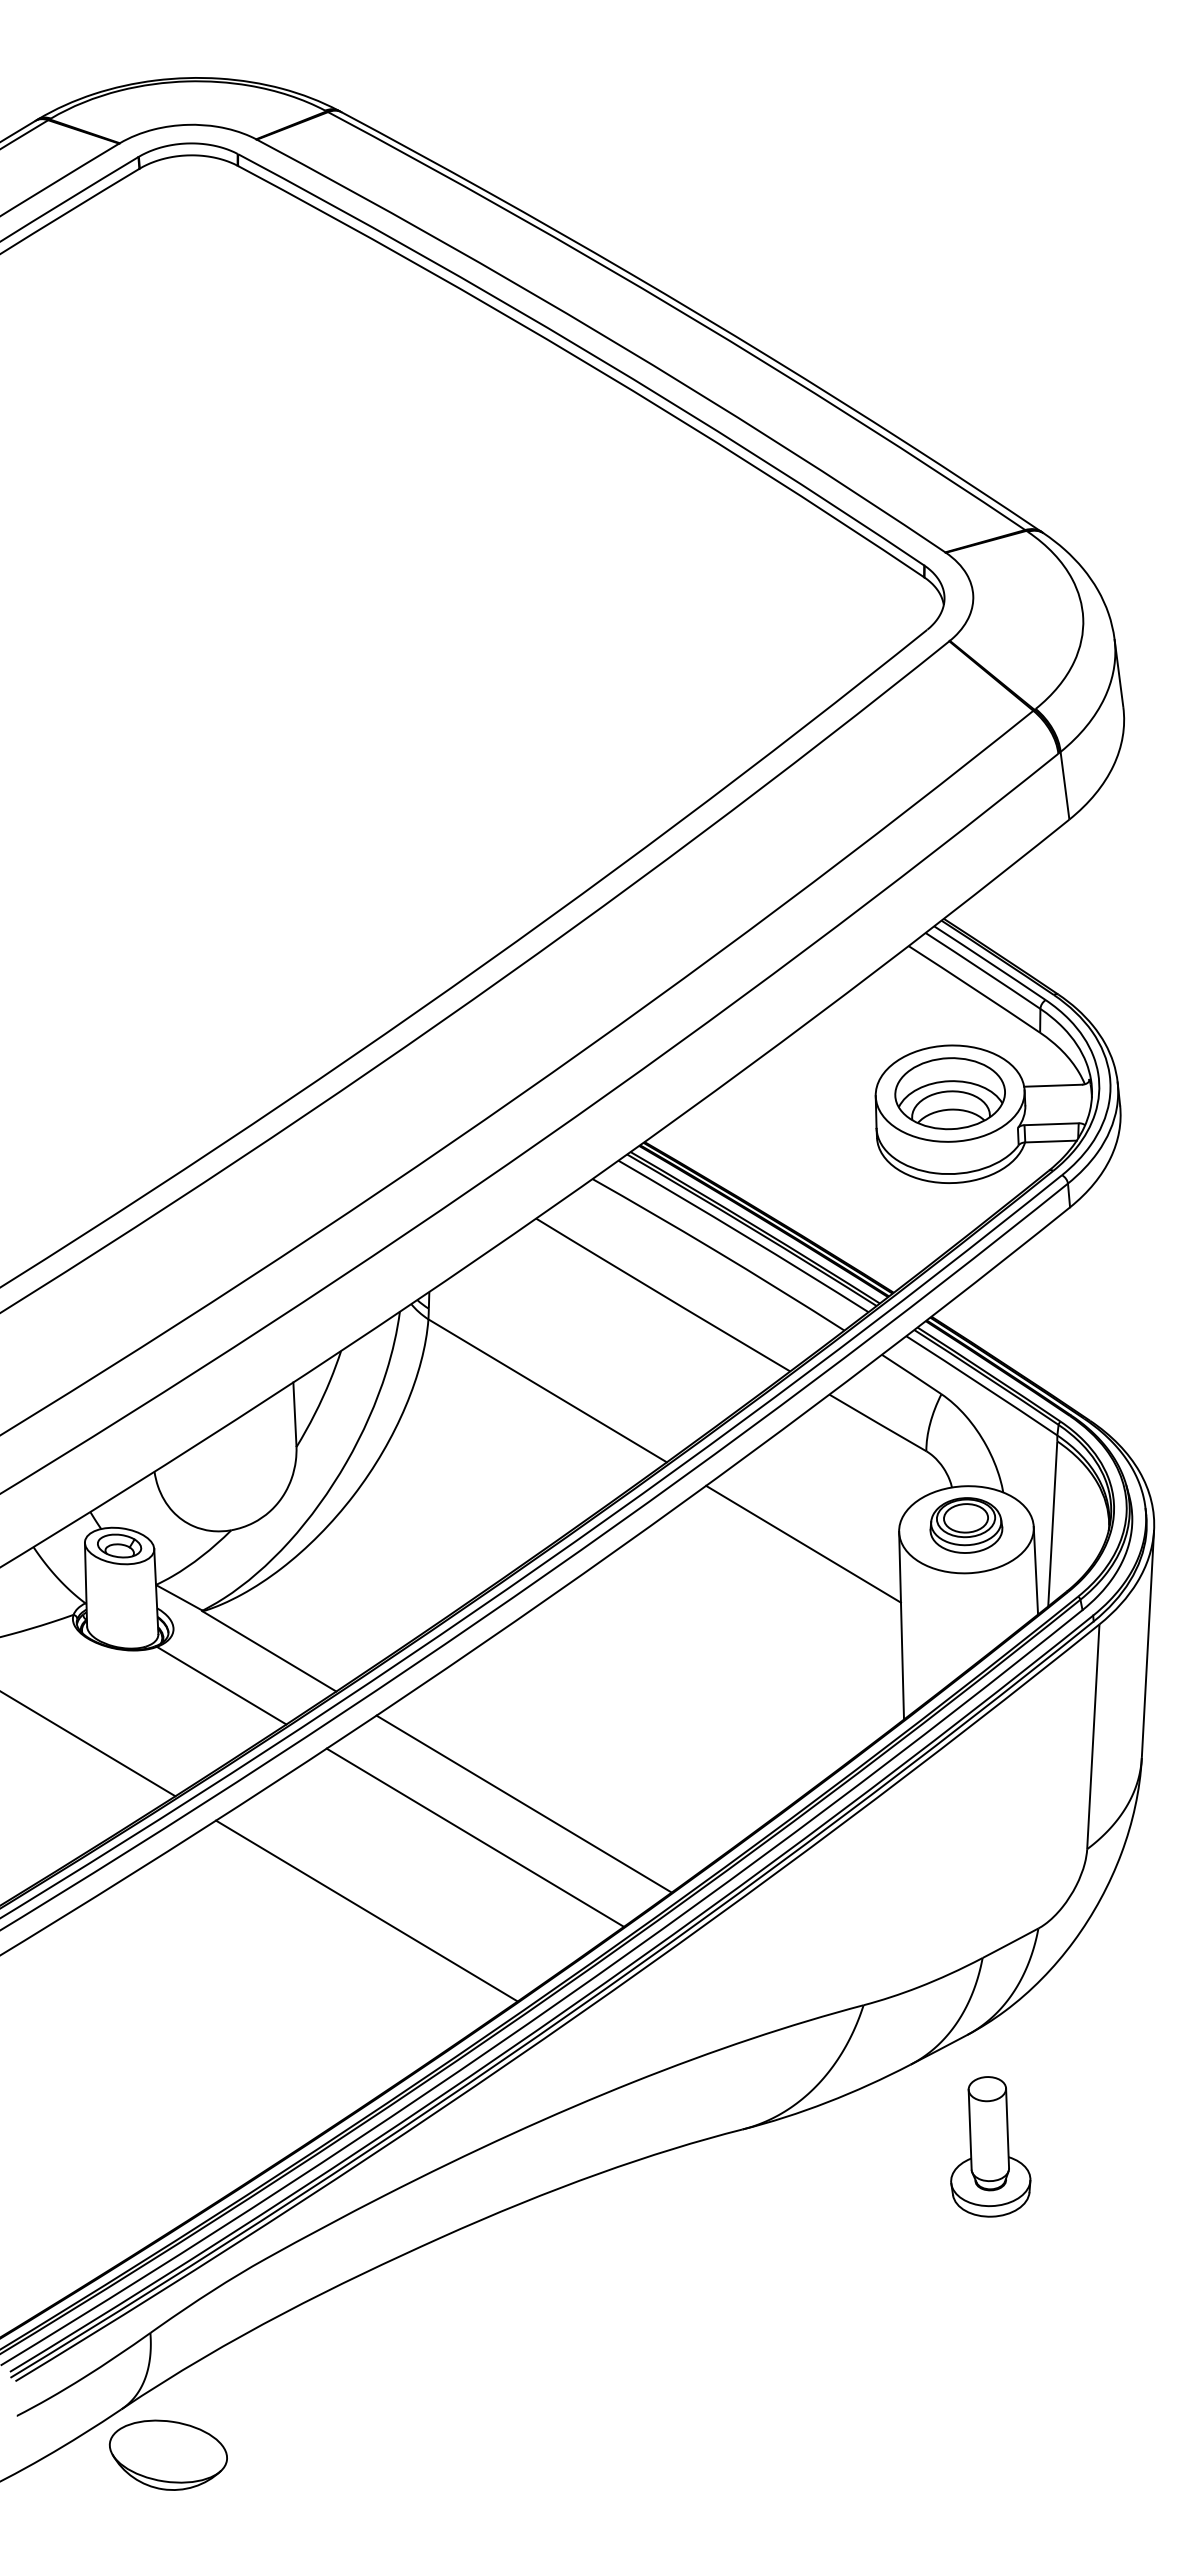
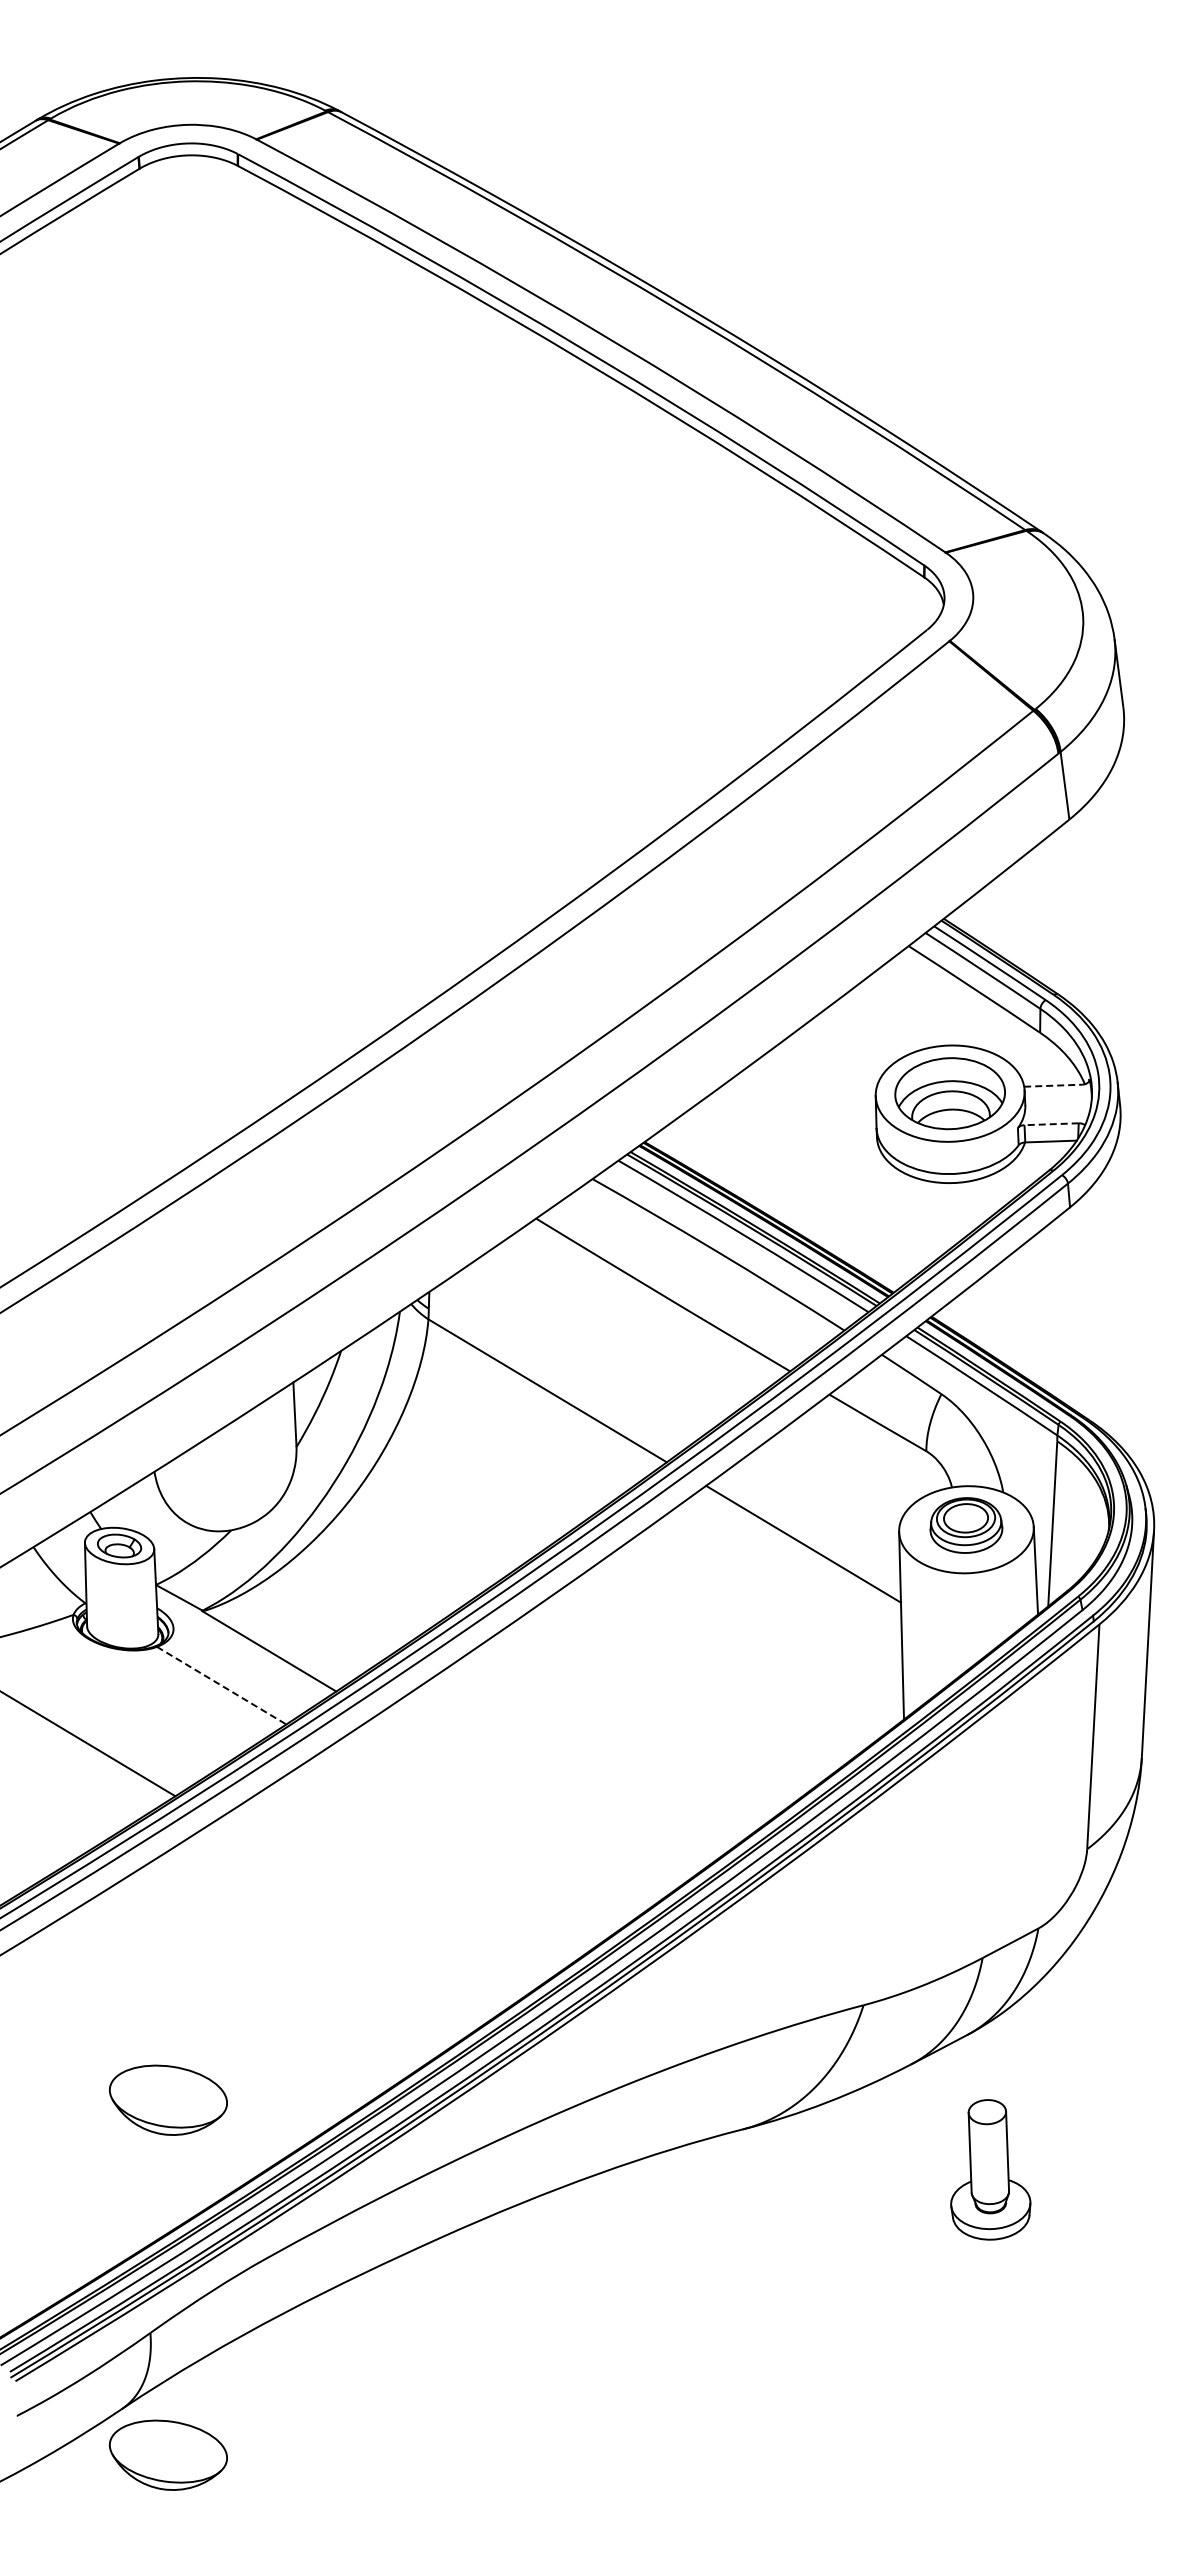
line at (1053, 1085): solid -> dashed
line at (1051, 1124): solid -> dashed
line at (222, 1685): solid -> dashed
line at (523, 1803): present -> none
line at (474, 1837): present -> none
line at (366, 1910): present -> none
part at (167, 2099): none -> present
part at (990, 2146) position: (990, 2146) -> (990, 2169)
